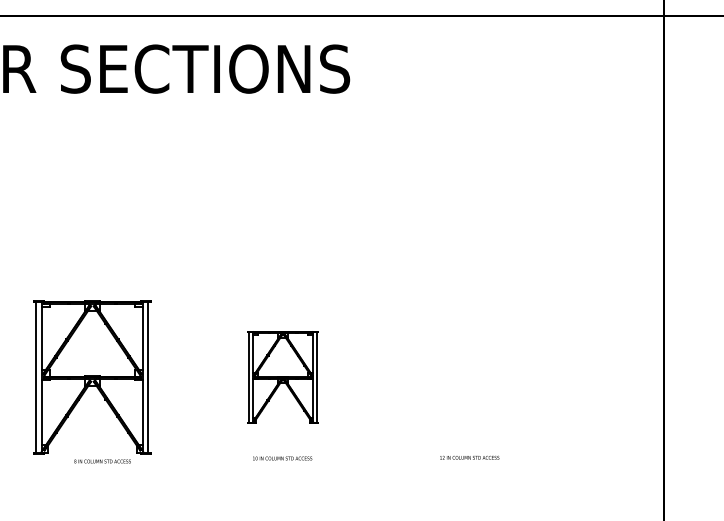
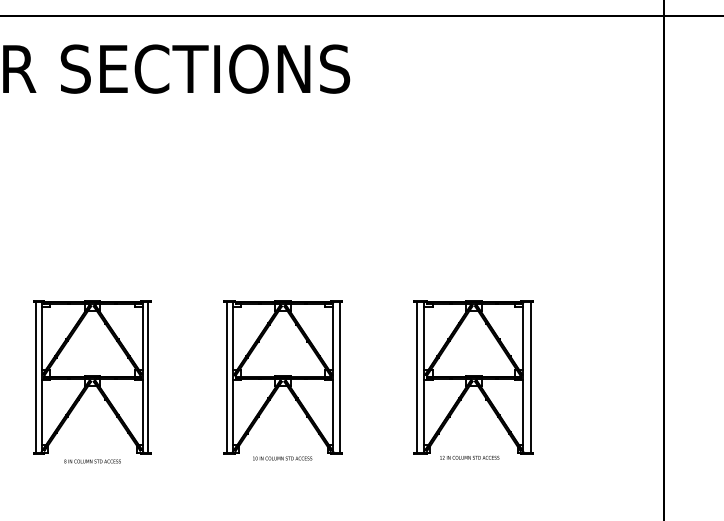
part at (282, 377) size: 72x93 px -> 120x155 px
part at (473, 377): none -> present
text at (102, 461) position: (102, 461) -> (92, 461)
